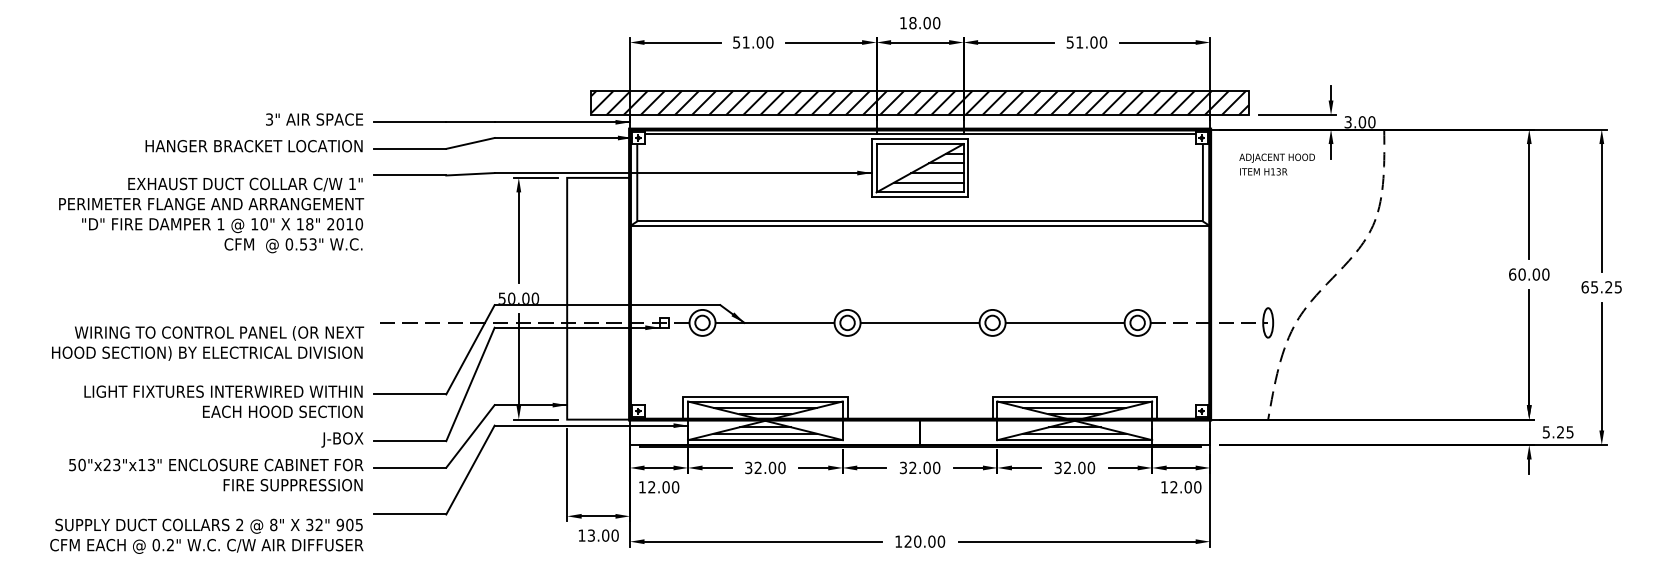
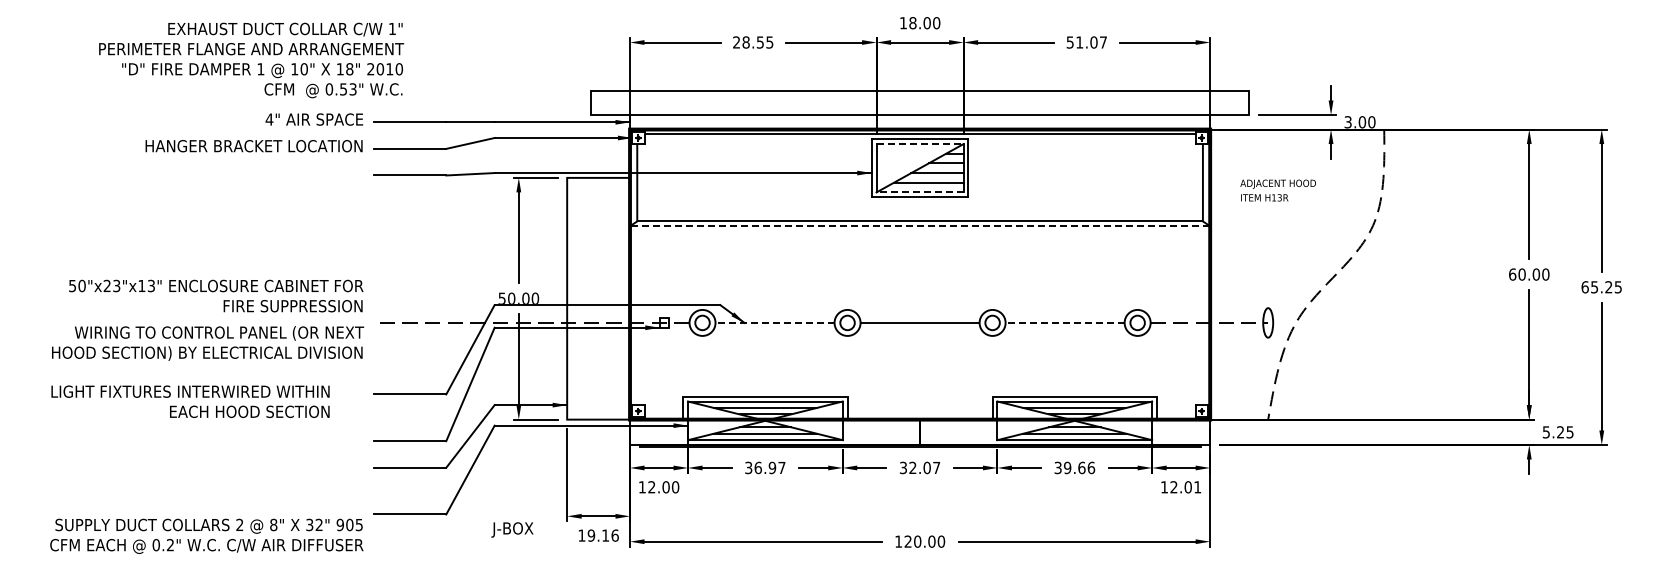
text at (753, 42): 51.00 -> 28.55
text at (1103, 42): 51.00 -> 51.07
hatch at (919, 102): present -> none
text at (269, 119): 3" -> 4"
line at (920, 144): solid -> dashed
text at (1276, 164) position: (1276, 164) -> (1277, 190)
line at (920, 192): solid -> dashed
text at (211, 215) position: (211, 215) -> (251, 60)
line at (919, 226): solid -> dashed
line at (775, 322): solid -> dashed
line at (1065, 322): solid -> dashed
text at (223, 401) position: (223, 401) -> (190, 401)
text at (342, 439) position: (342, 439) -> (512, 529)
text at (769, 467): 32.00 -> 36.97
text at (936, 467): 32.00 -> 32.07
text at (1079, 467): 32.00 -> 39.66
text at (216, 474) position: (216, 474) -> (216, 295)
text at (1197, 487): 12.00 -> 12.01
text at (602, 535): 13.00 -> 19.16
